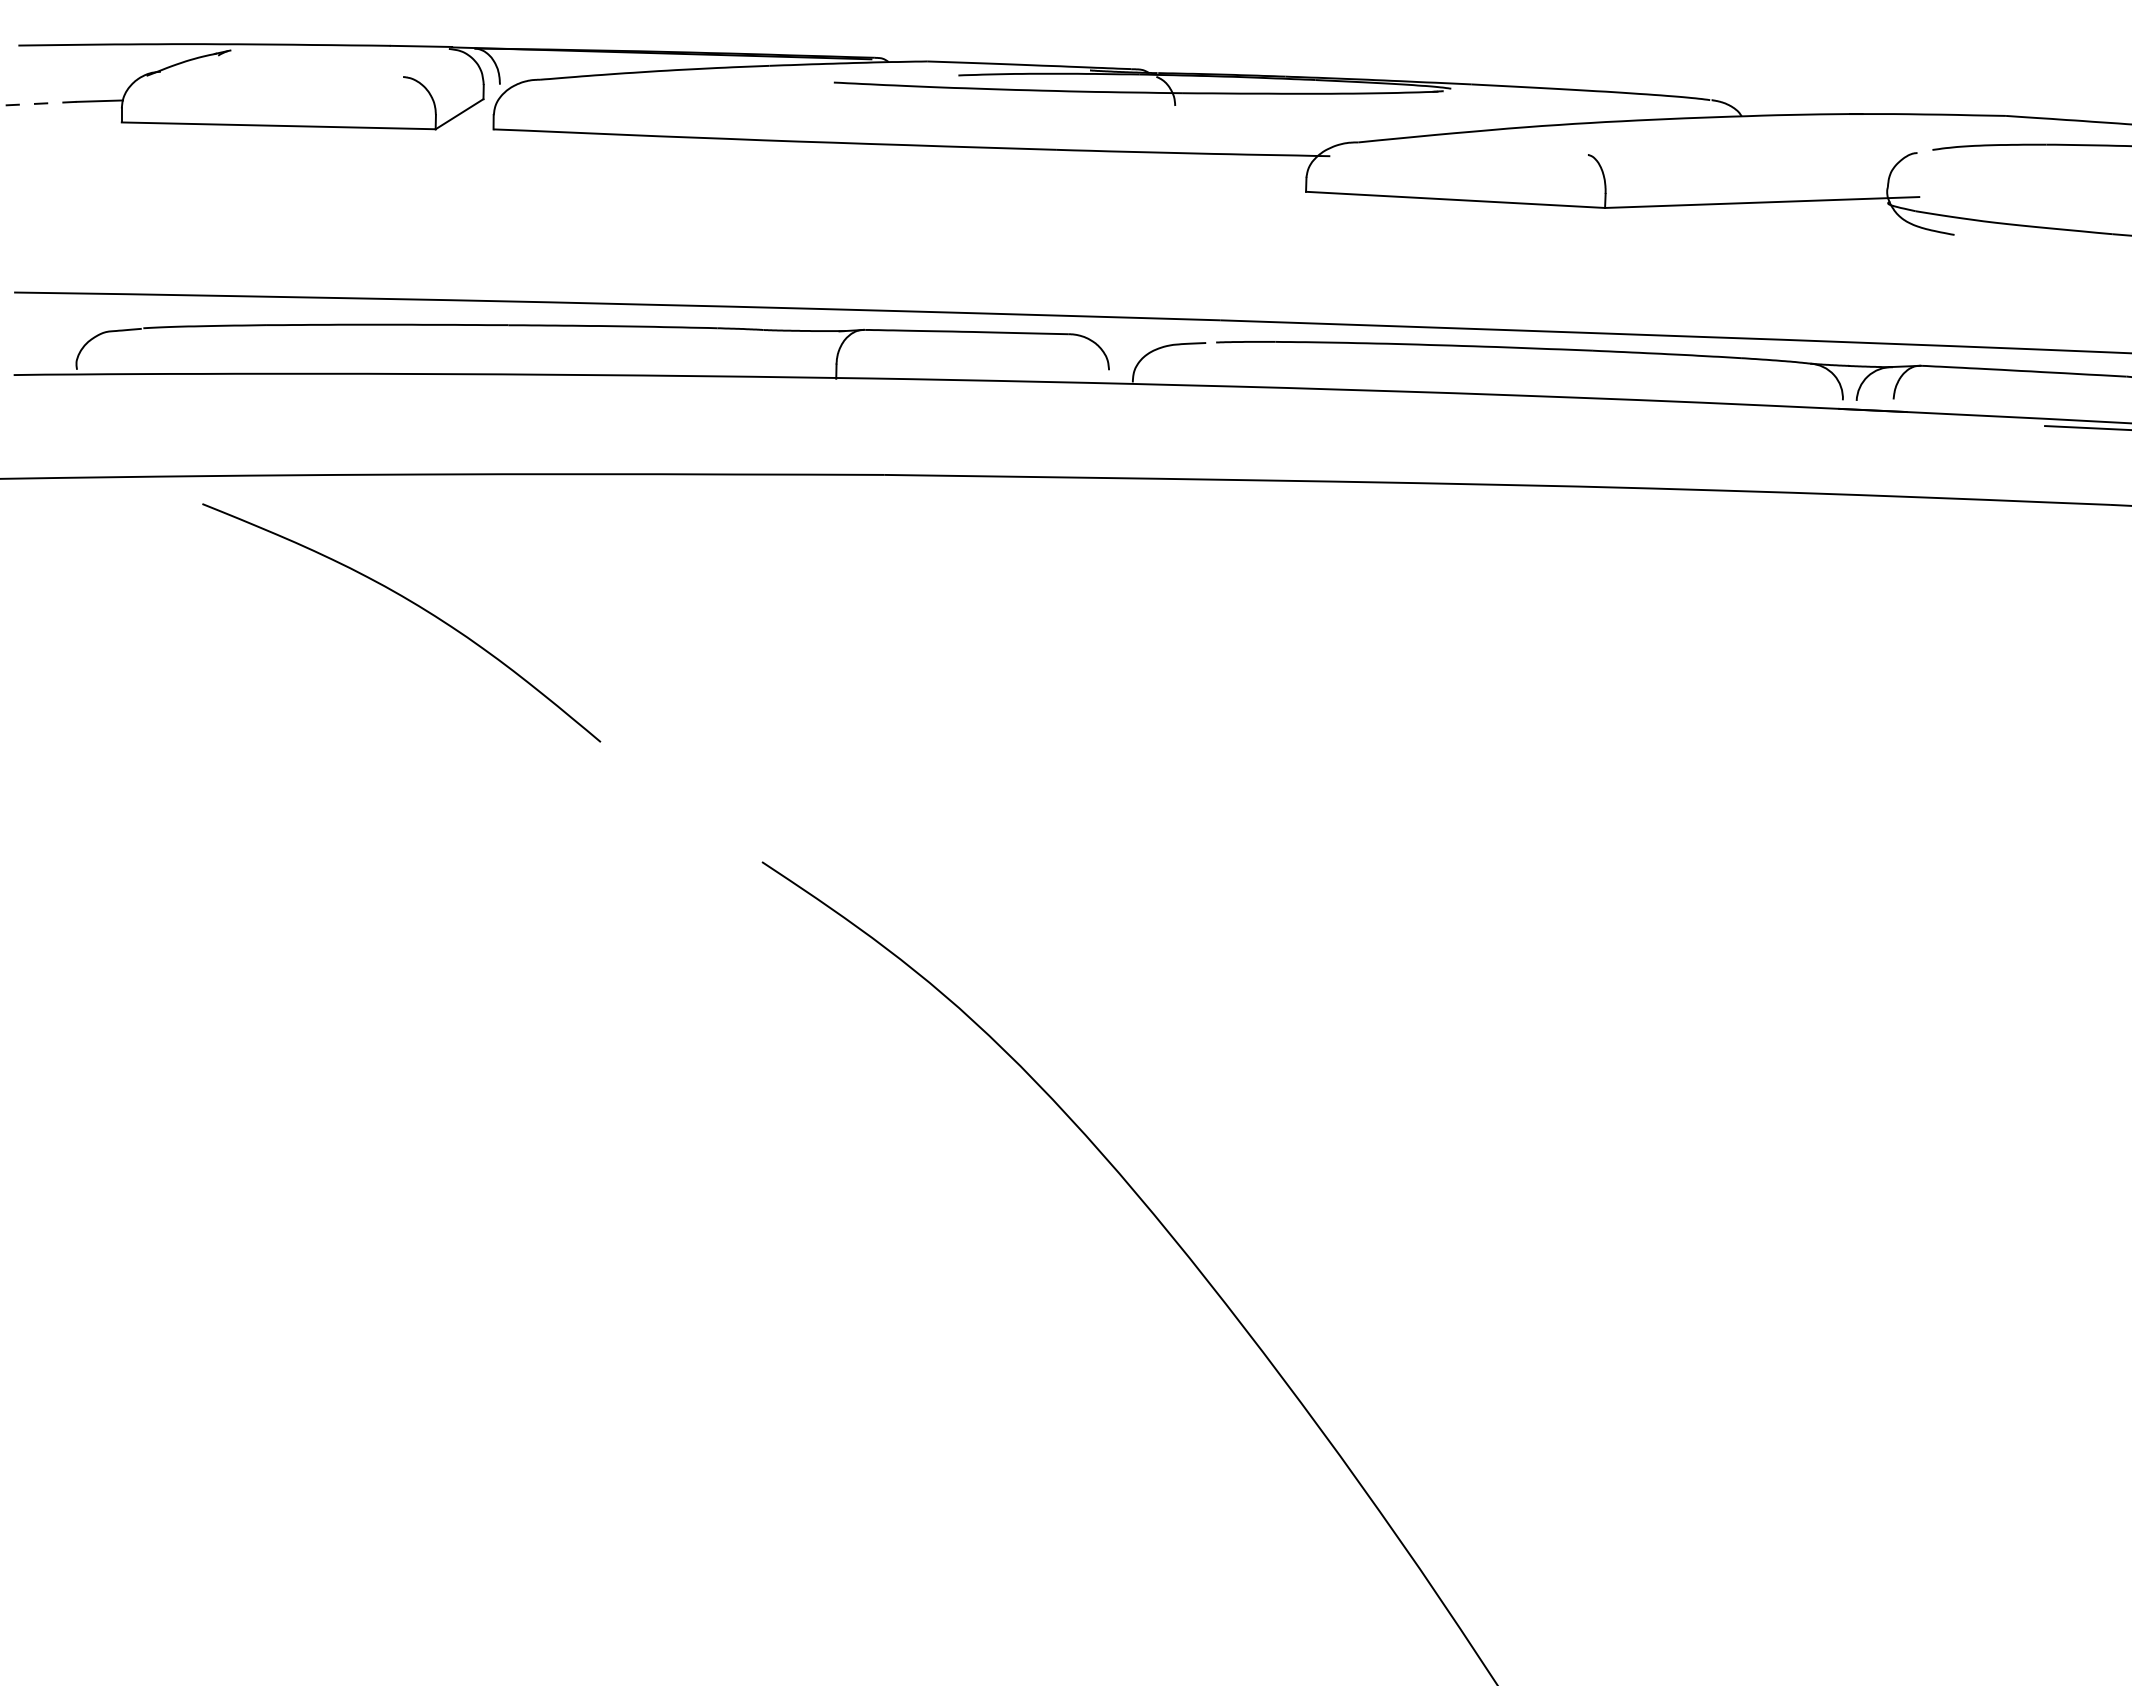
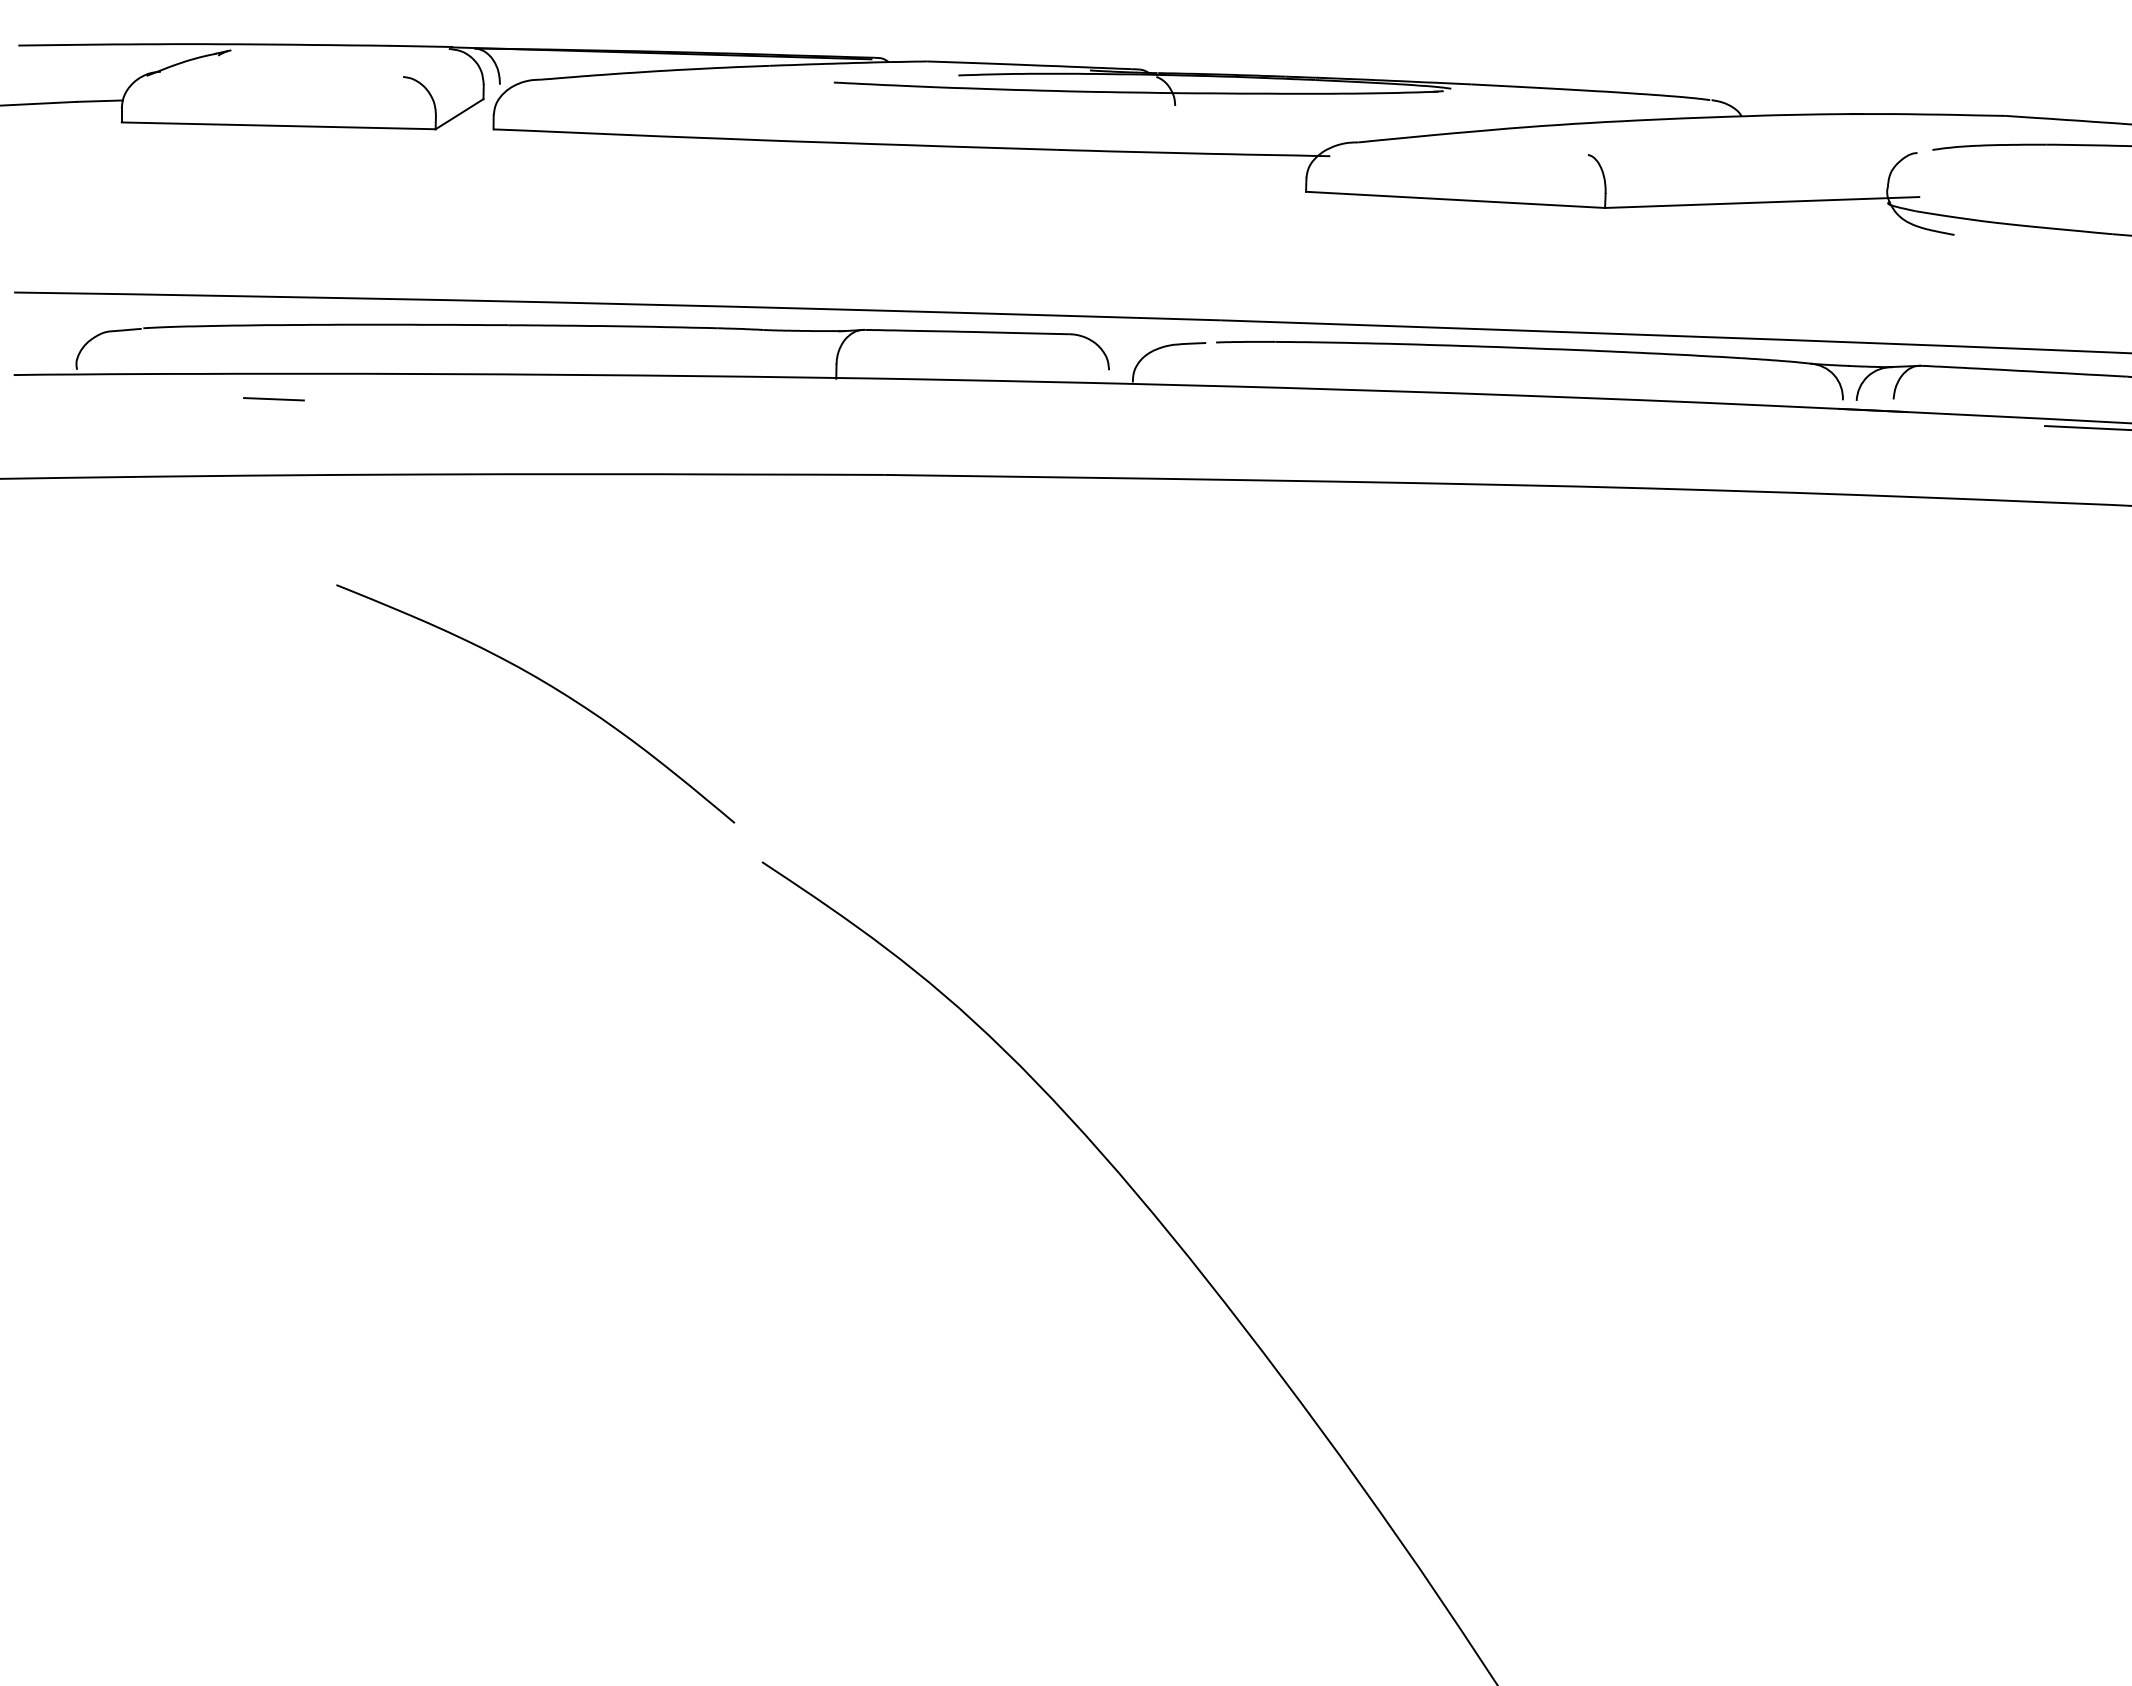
line at (38, 103): dashed -> solid
line at (273, 399): none -> present
curve at (410, 602) position: (410, 602) -> (544, 683)
